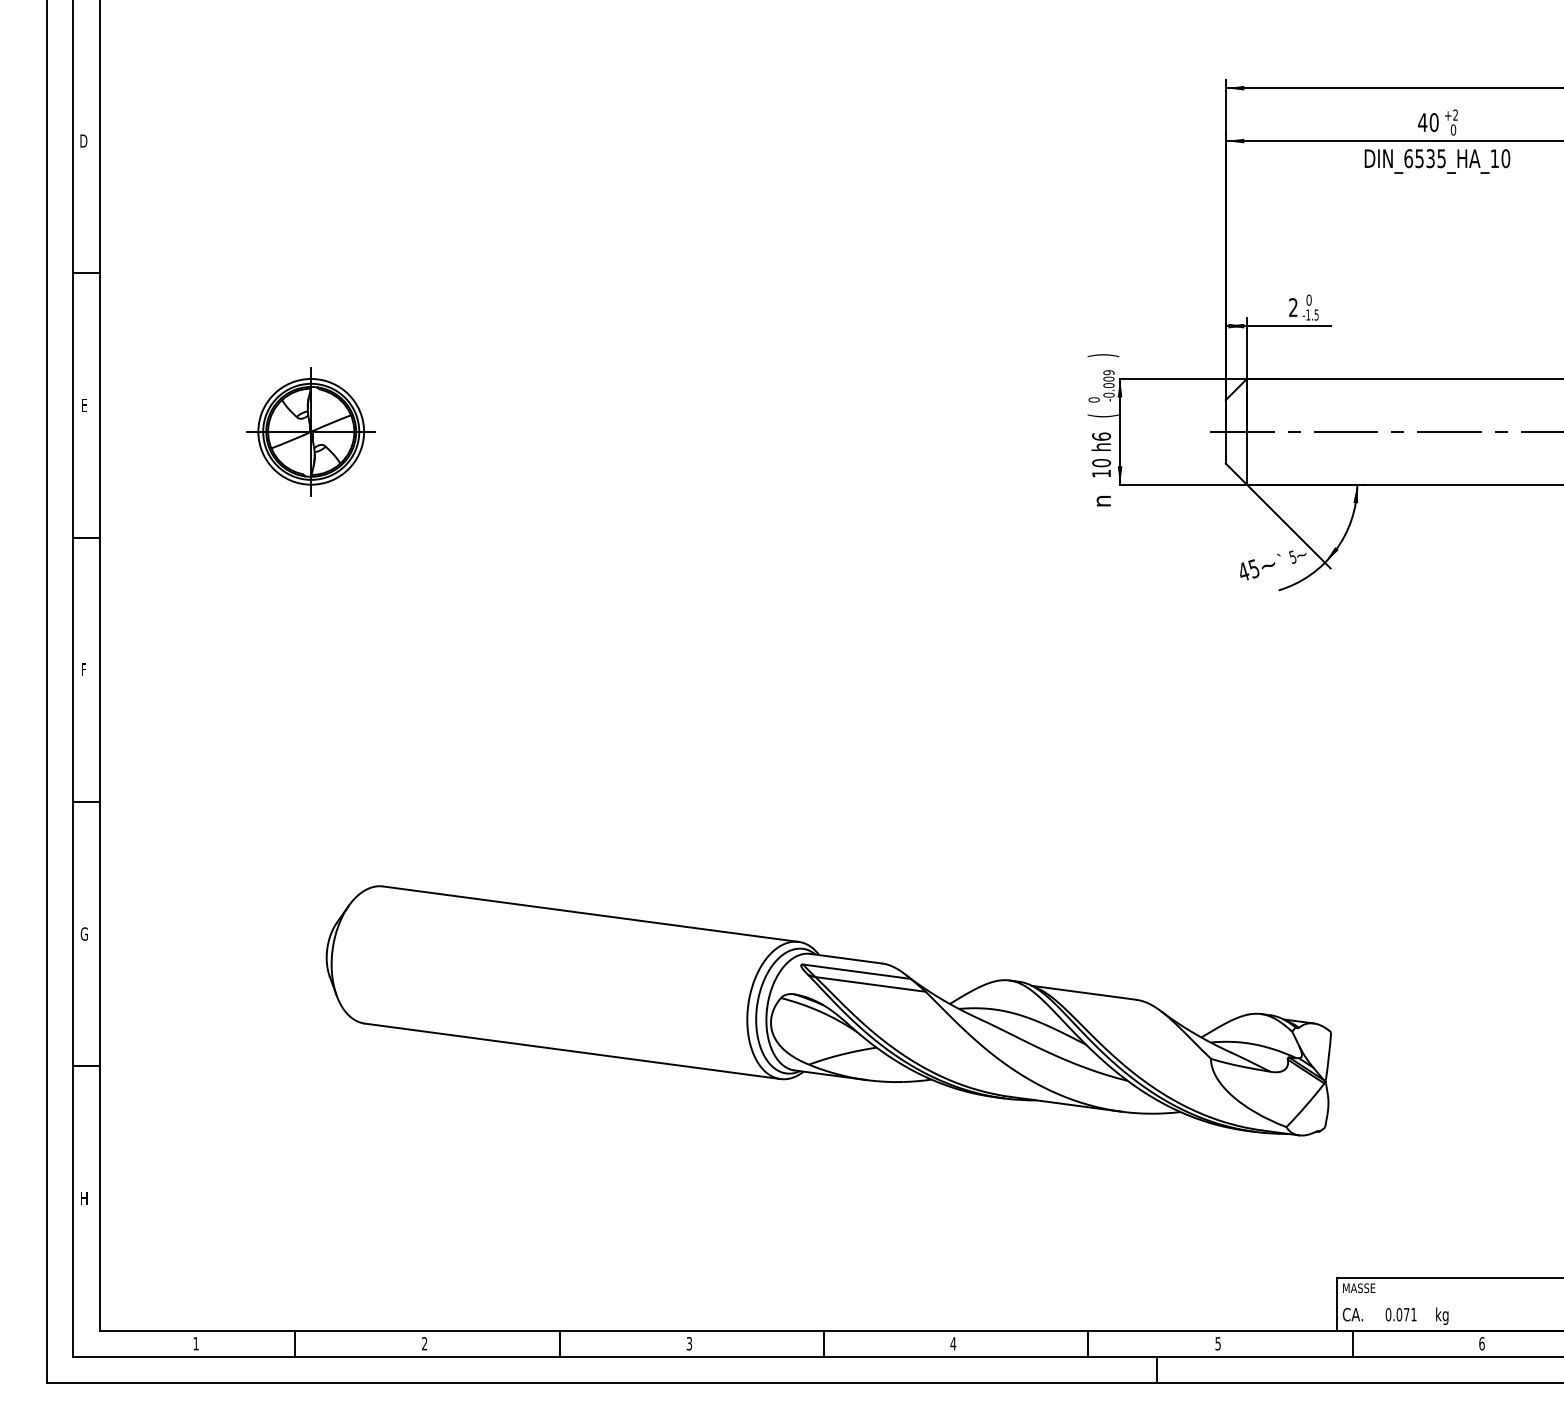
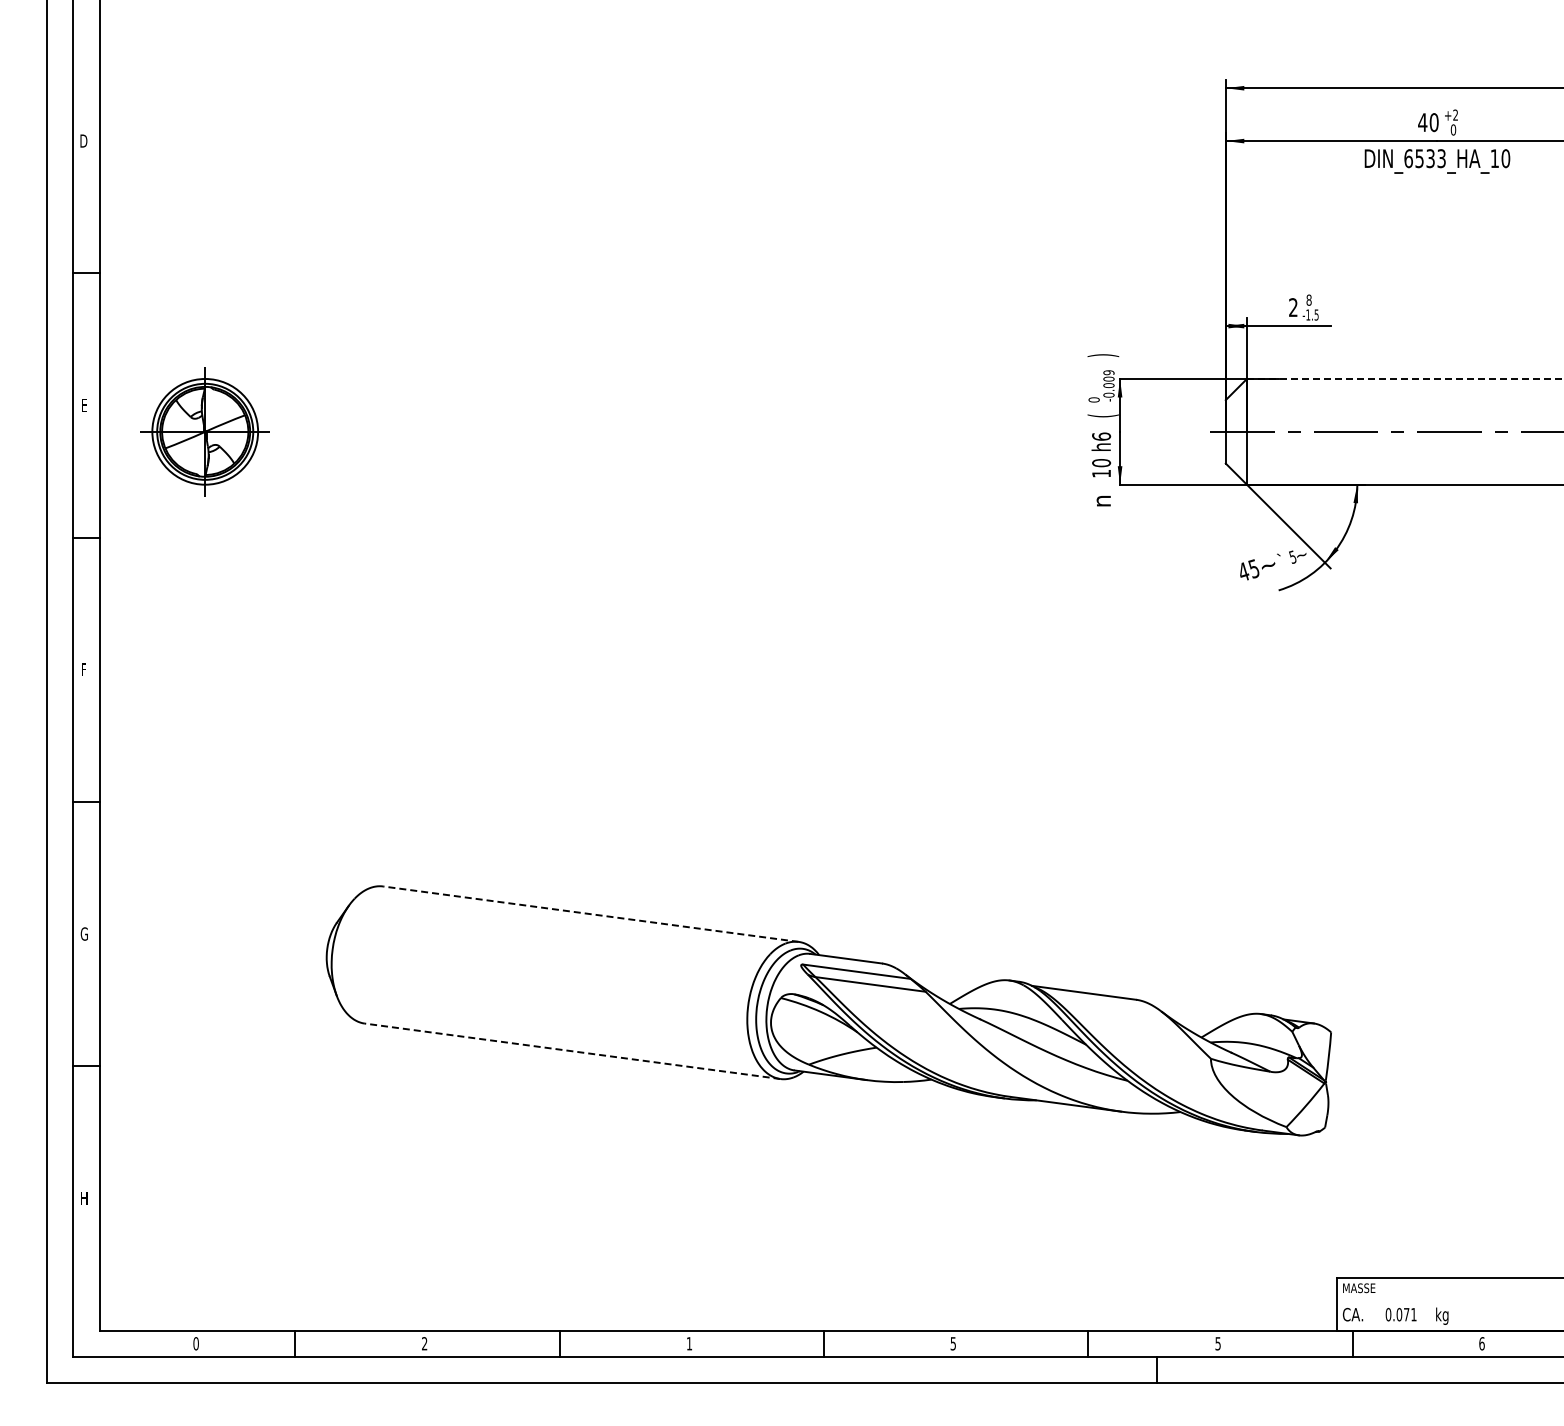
text at (1441, 158): DIN_6535_HA_10 -> DIN_6533_HA_10
text at (1308, 299): 0 -> 8
line at (1405, 378): solid -> dashed
part at (310, 431) position: (310, 431) -> (204, 431)
line at (590, 914): solid -> dashed
line at (572, 1051): solid -> dashed
text at (195, 1343): 1 -> 0
text at (689, 1343): 3 -> 1
text at (953, 1343): 4 -> 5
